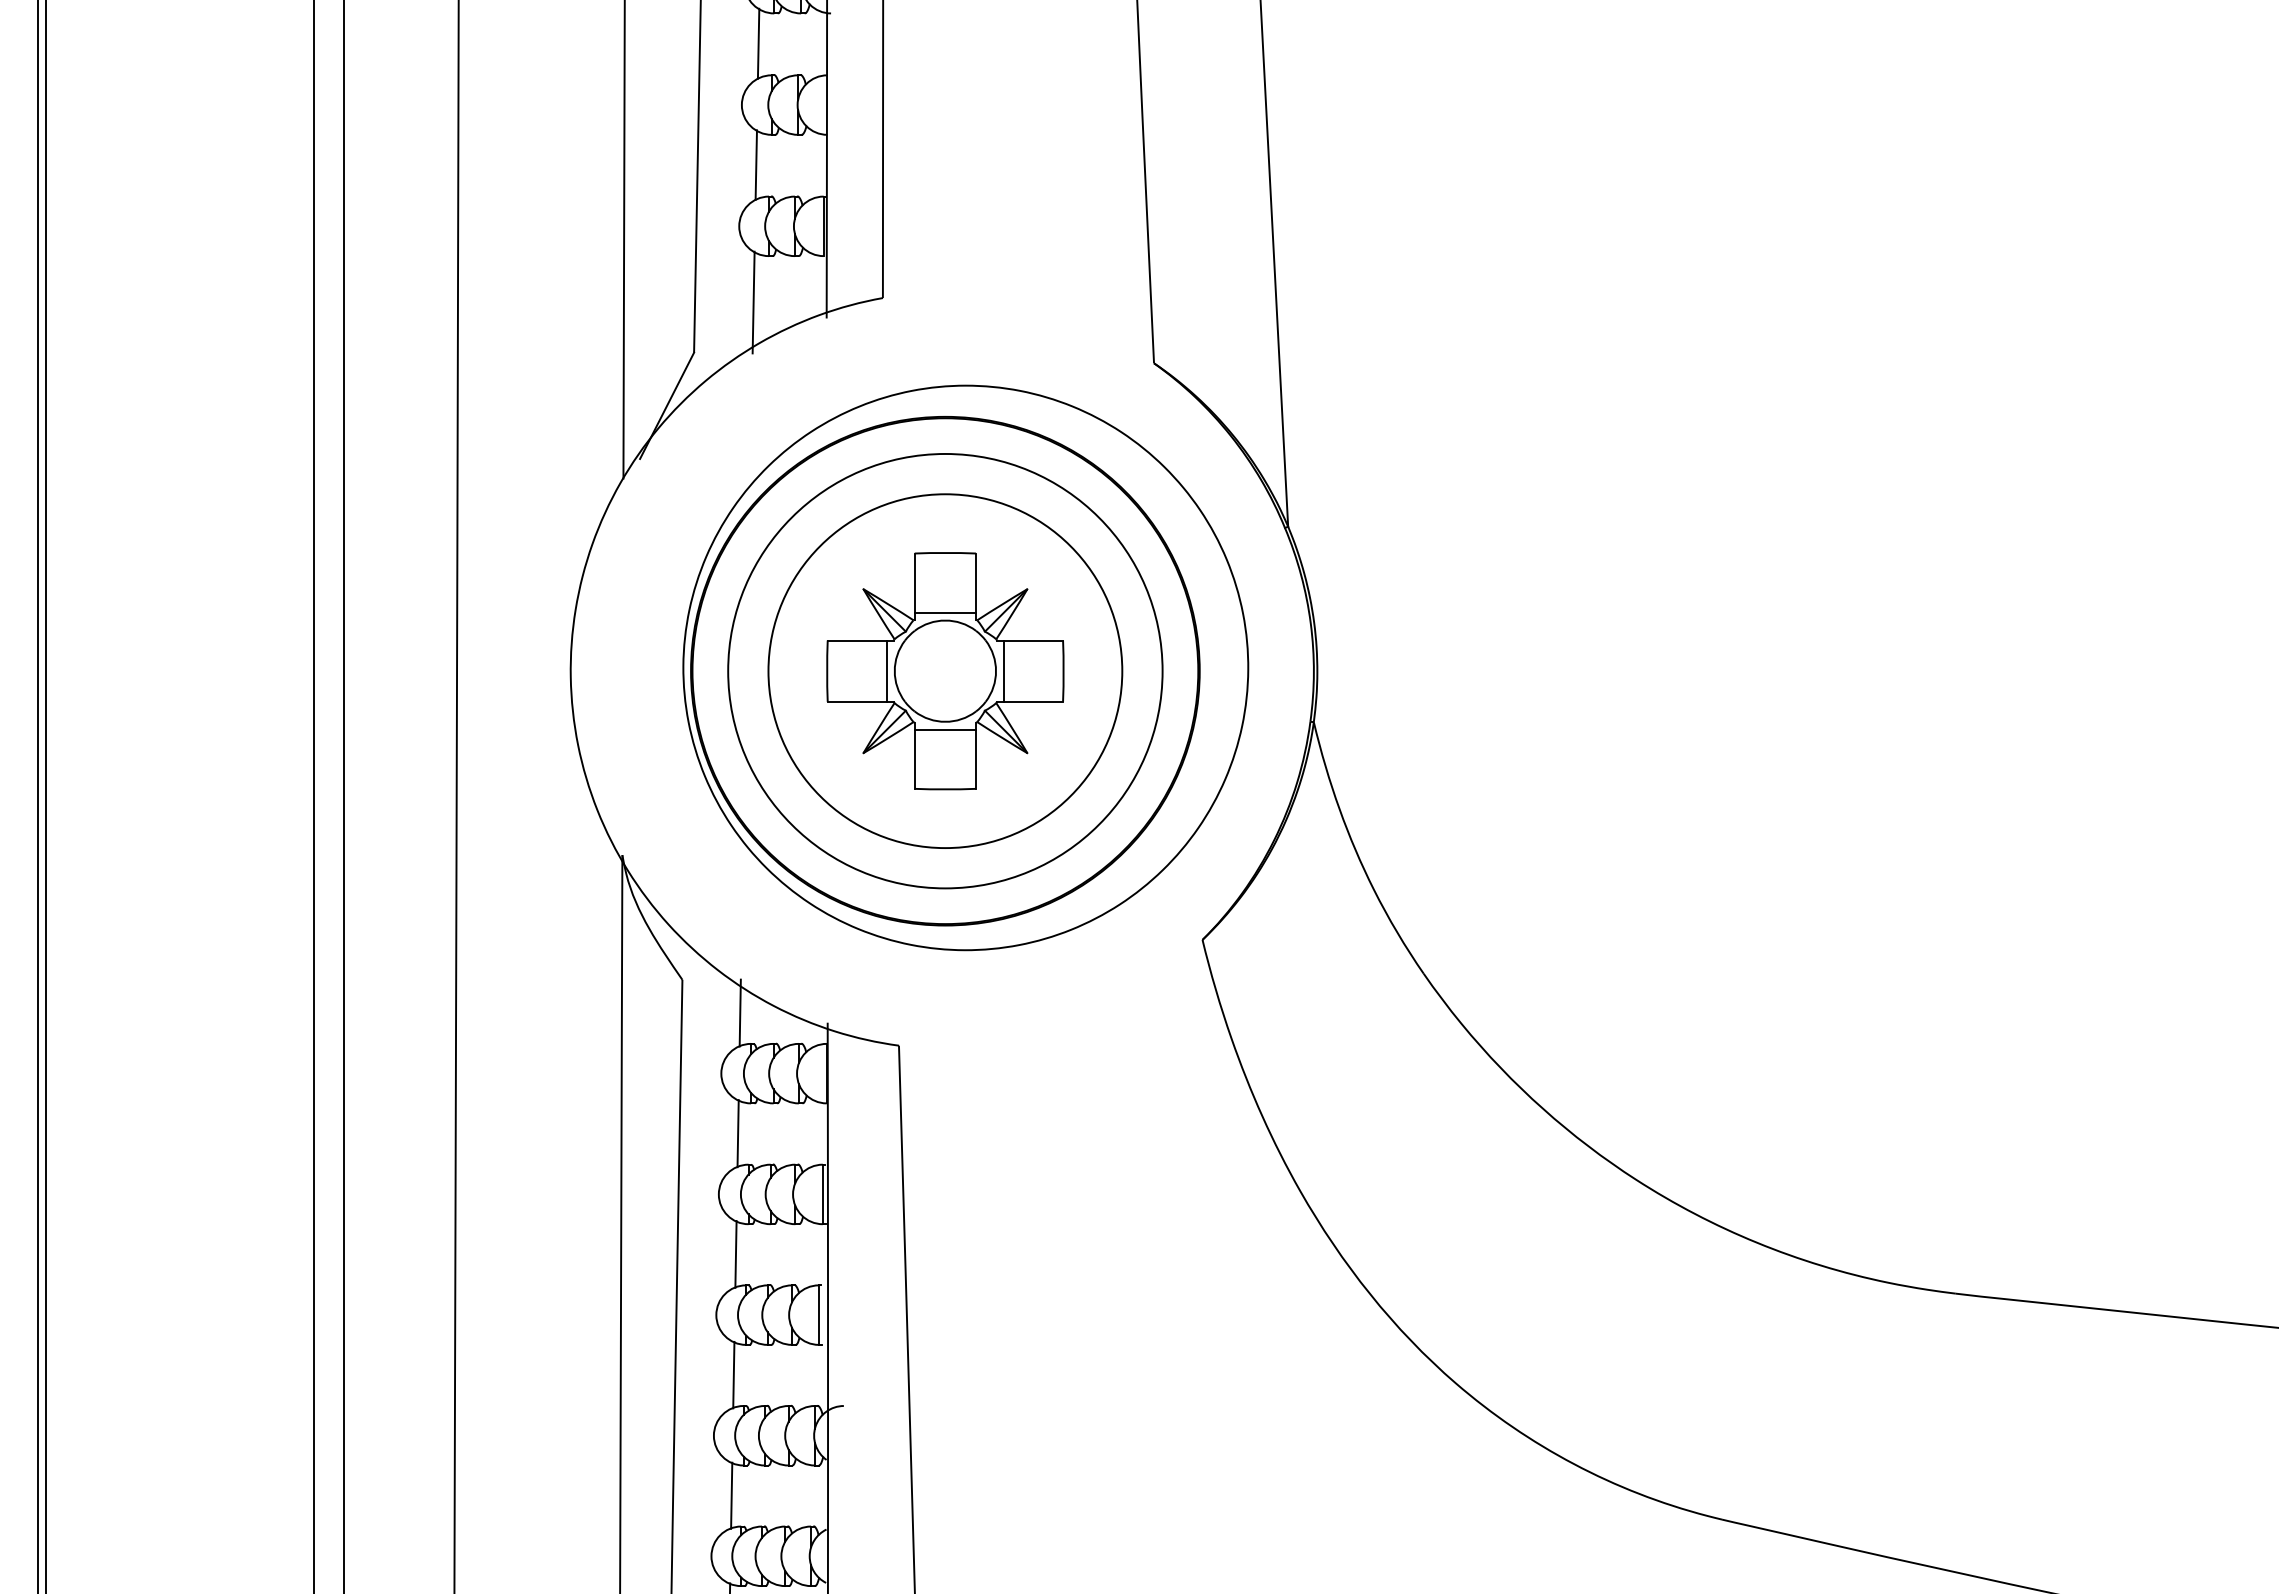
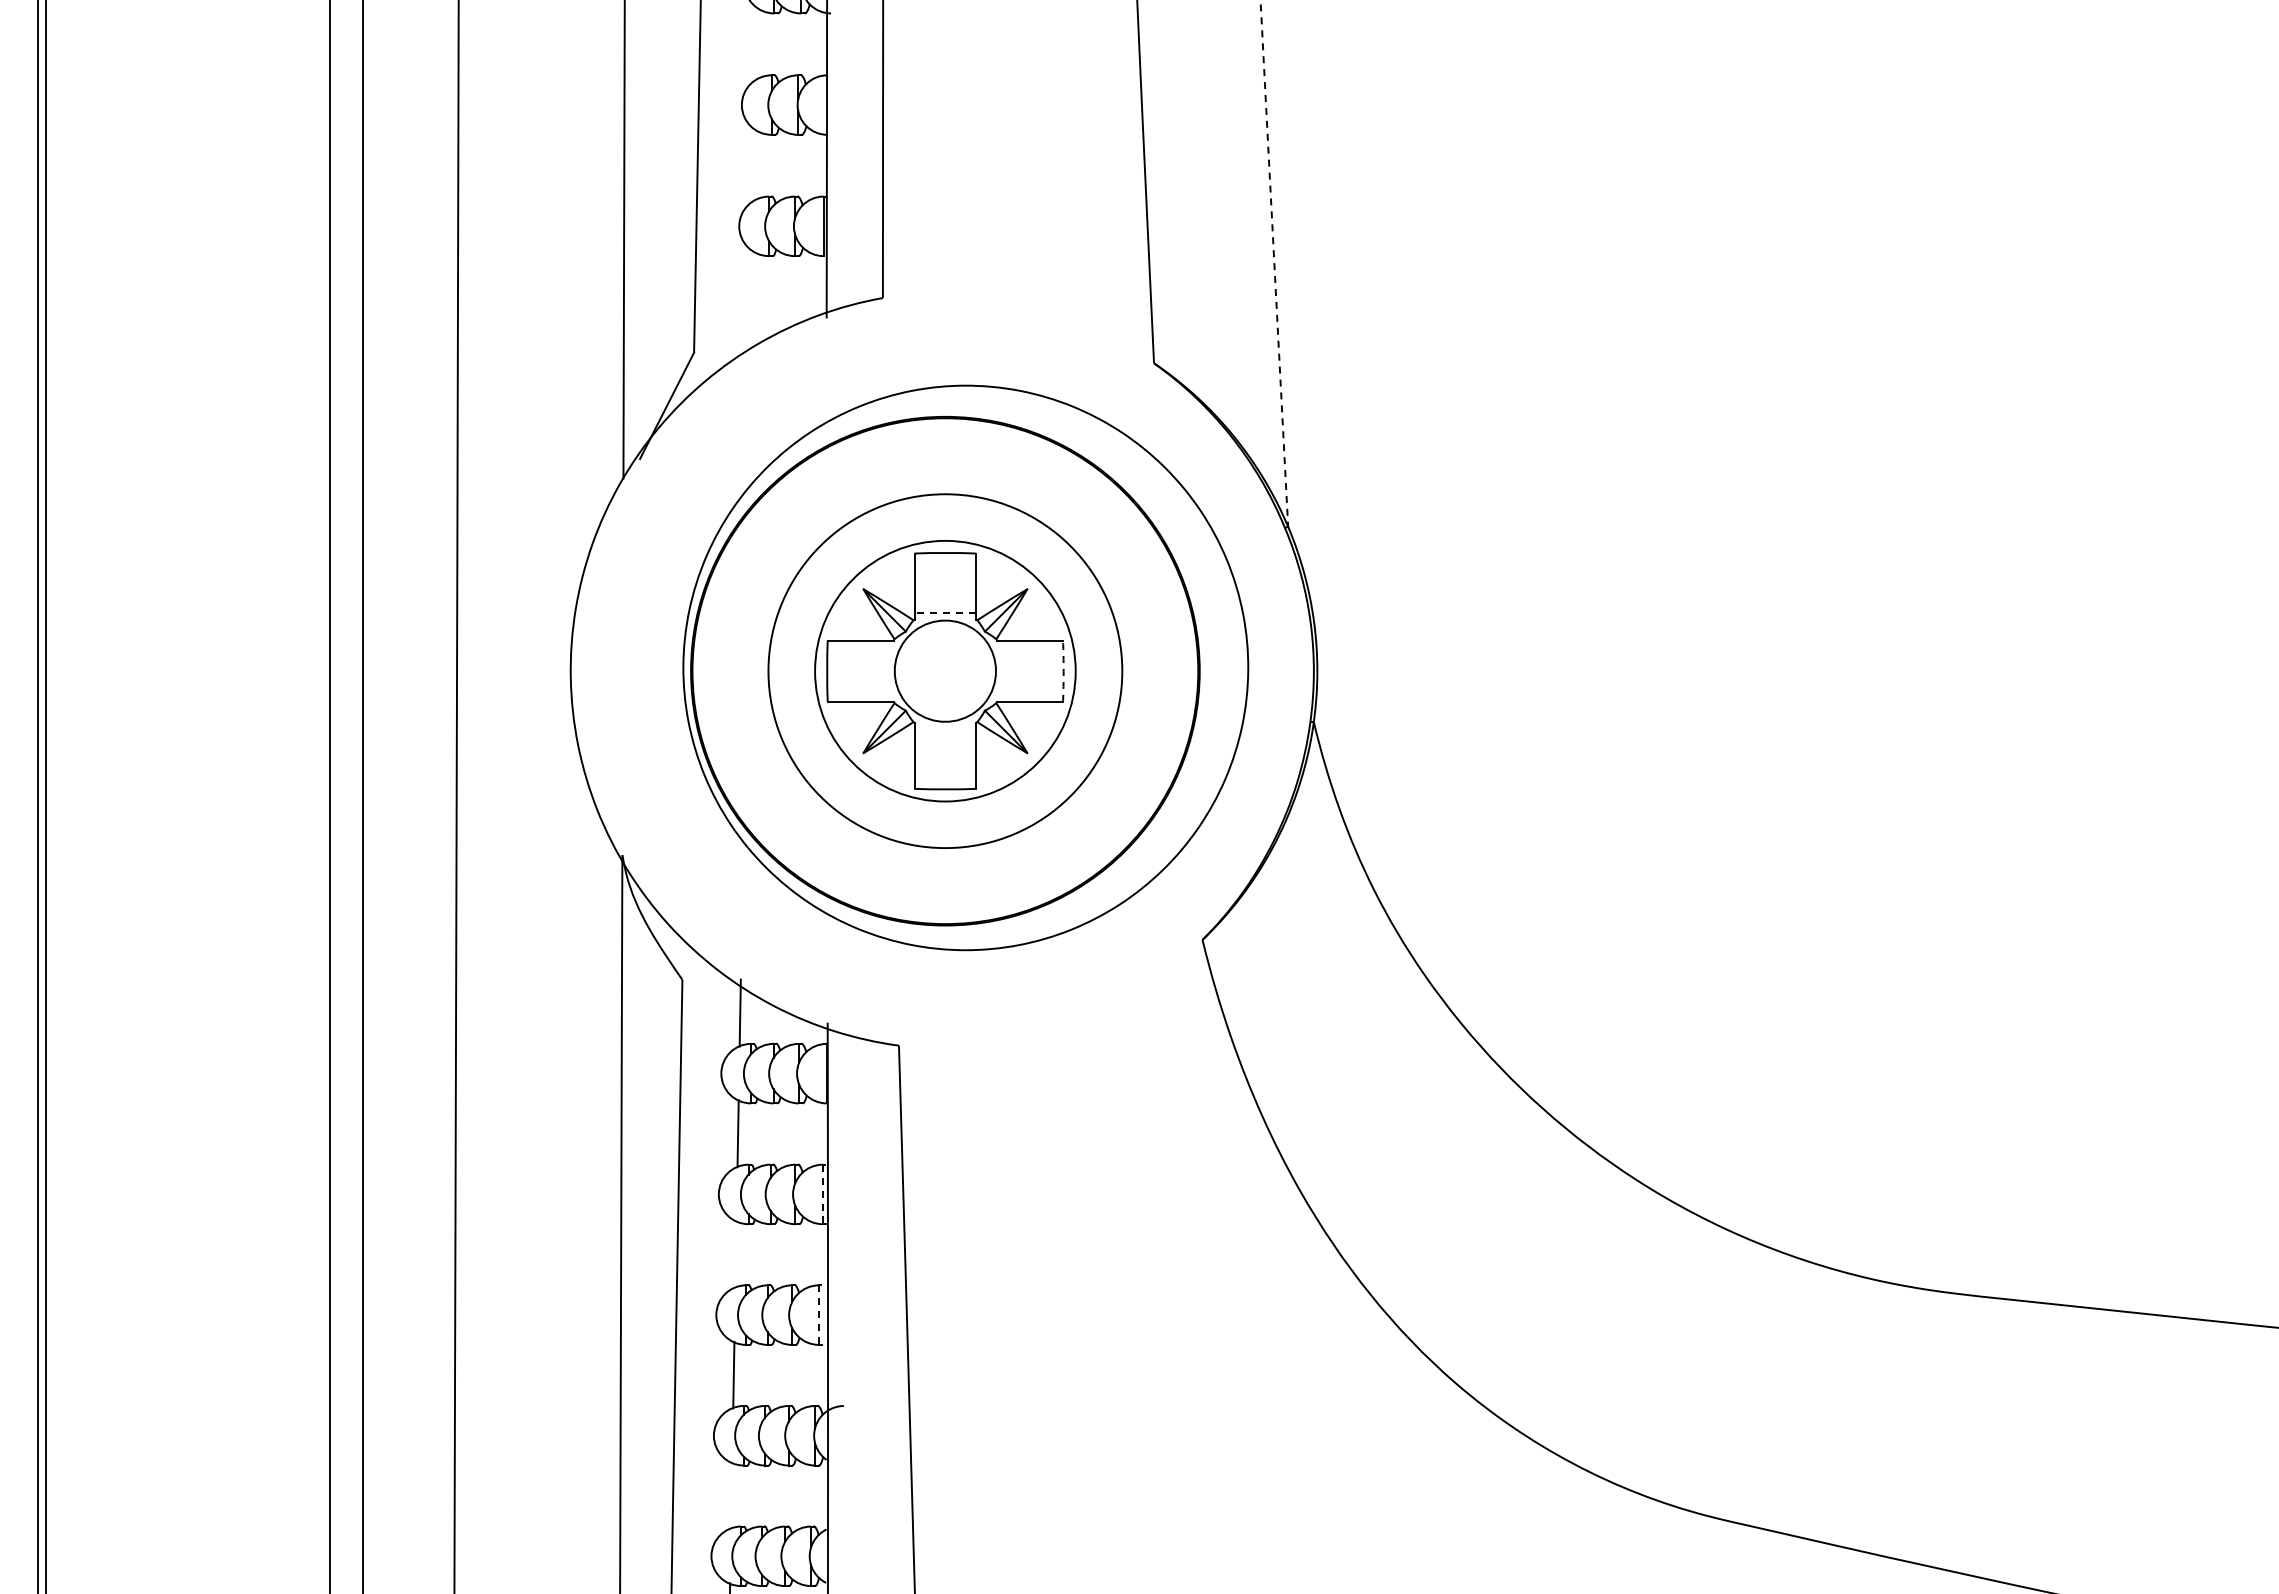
line at (758, 43): present -> none
line at (755, 164): present -> none
line at (1274, 264): solid -> dashed
line at (753, 302): present -> none
line at (945, 612): solid -> dashed
line at (886, 670): present -> none
circle at (945, 670) diameter: 434 px -> 261 px
line at (1003, 670): present -> none
arc at (1063, 671): solid -> dashed
line at (945, 729): present -> none
line at (314, 796) position: (314, 796) -> (330, 796)
line at (343, 796) position: (343, 796) -> (362, 796)
line at (822, 1194): solid -> dashed
line at (735, 1254): present -> none
line at (818, 1315): solid -> dashed
line at (731, 1495): present -> none
